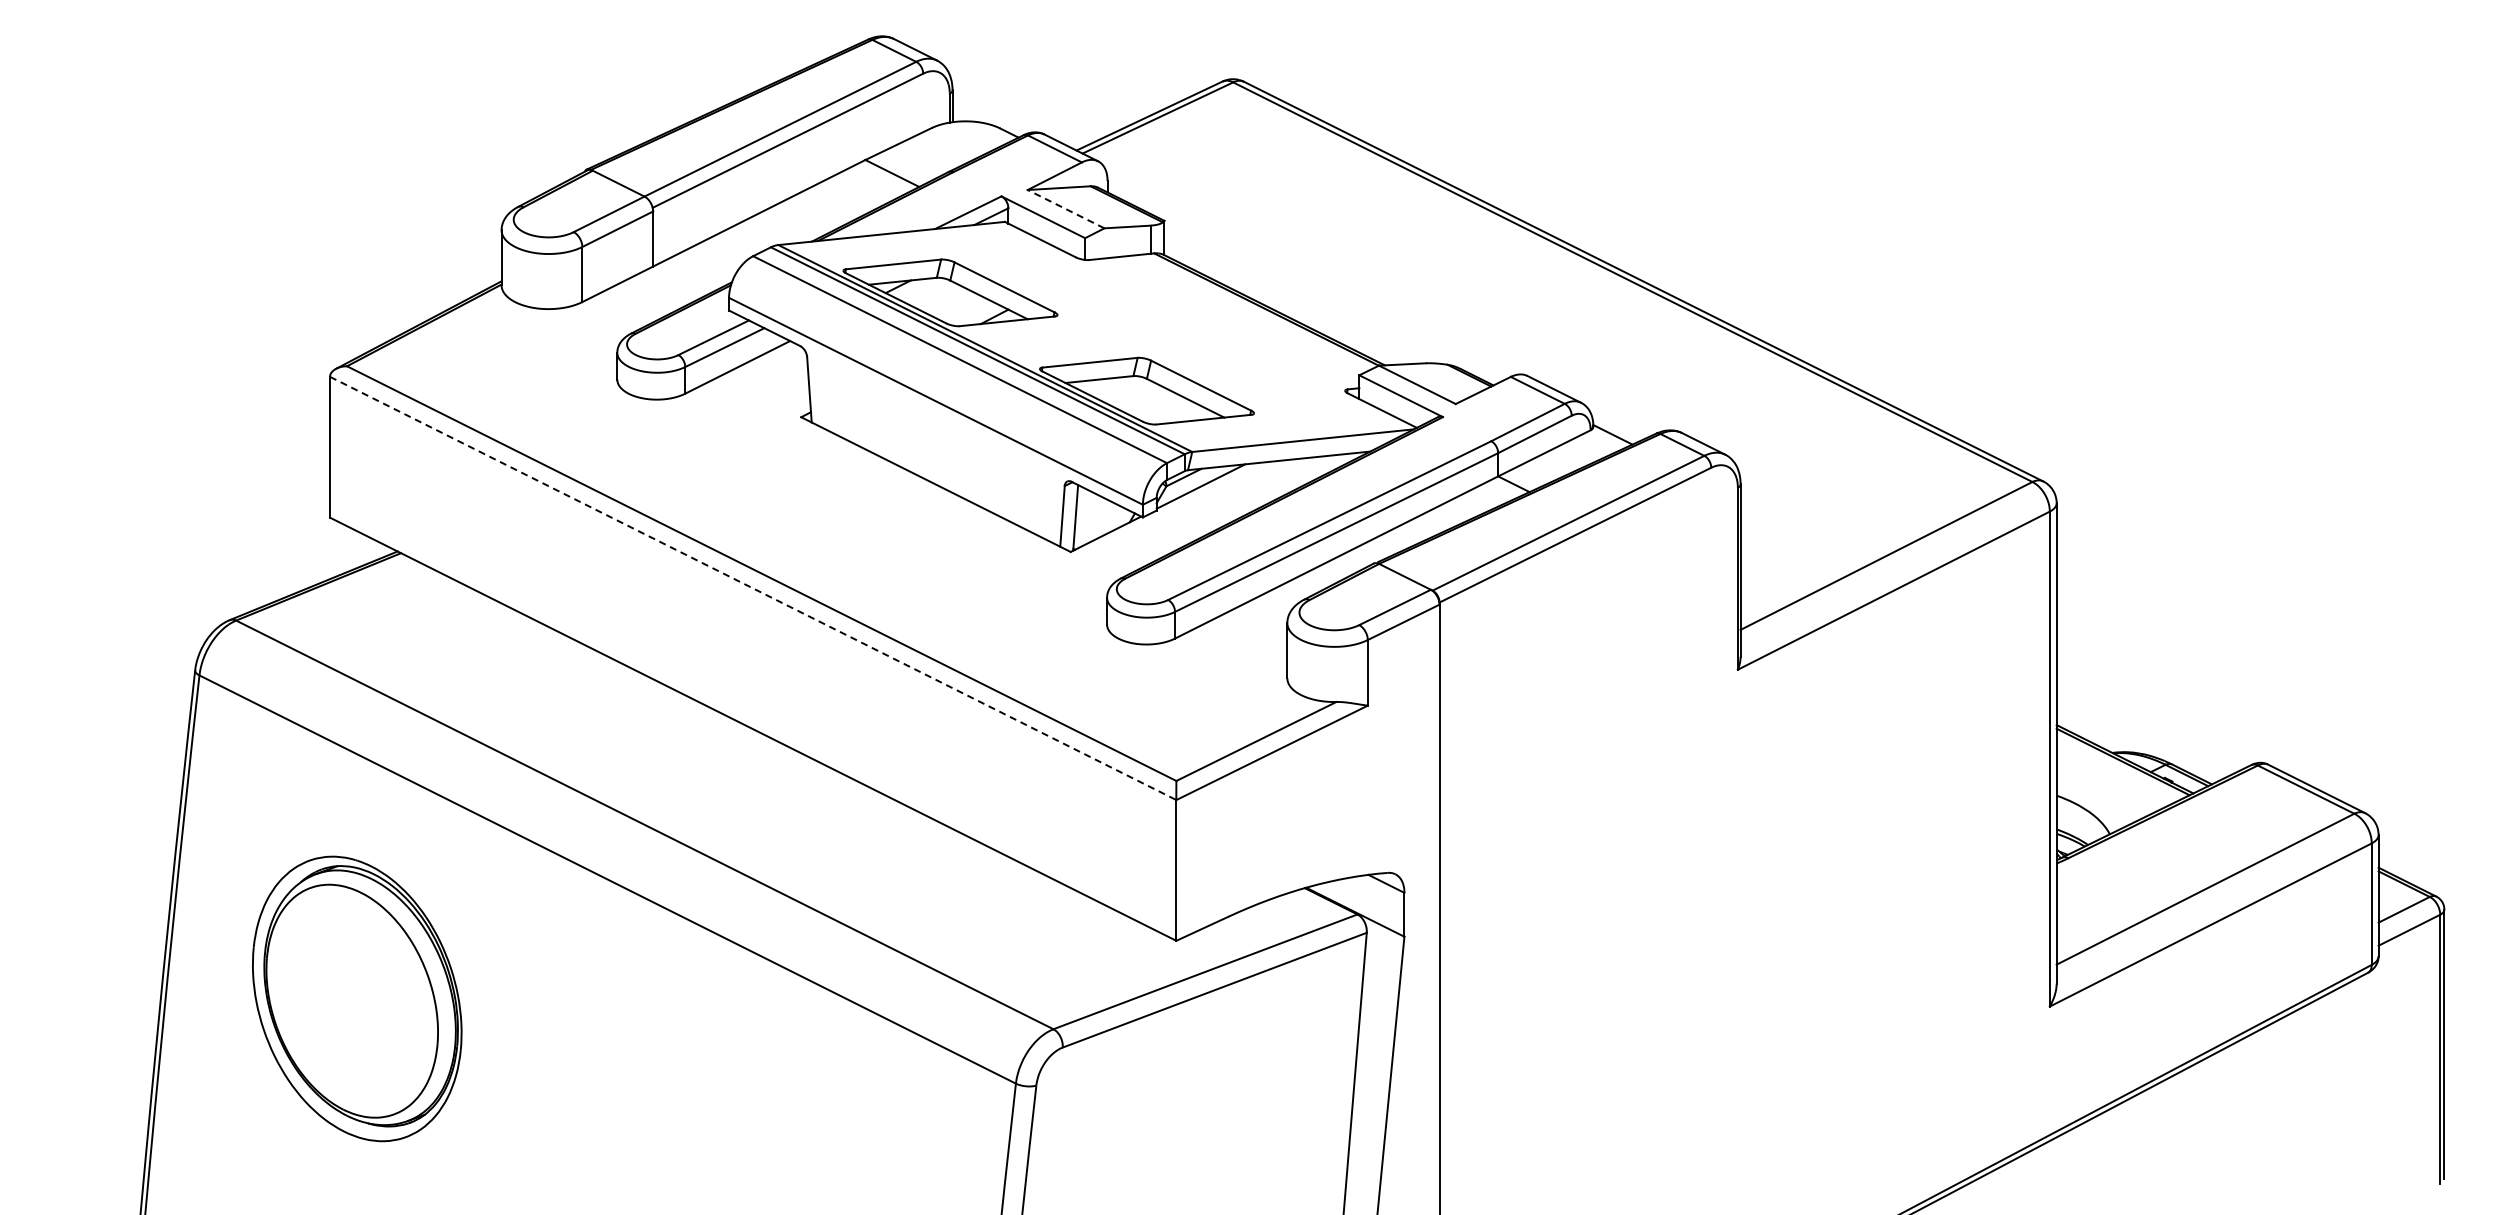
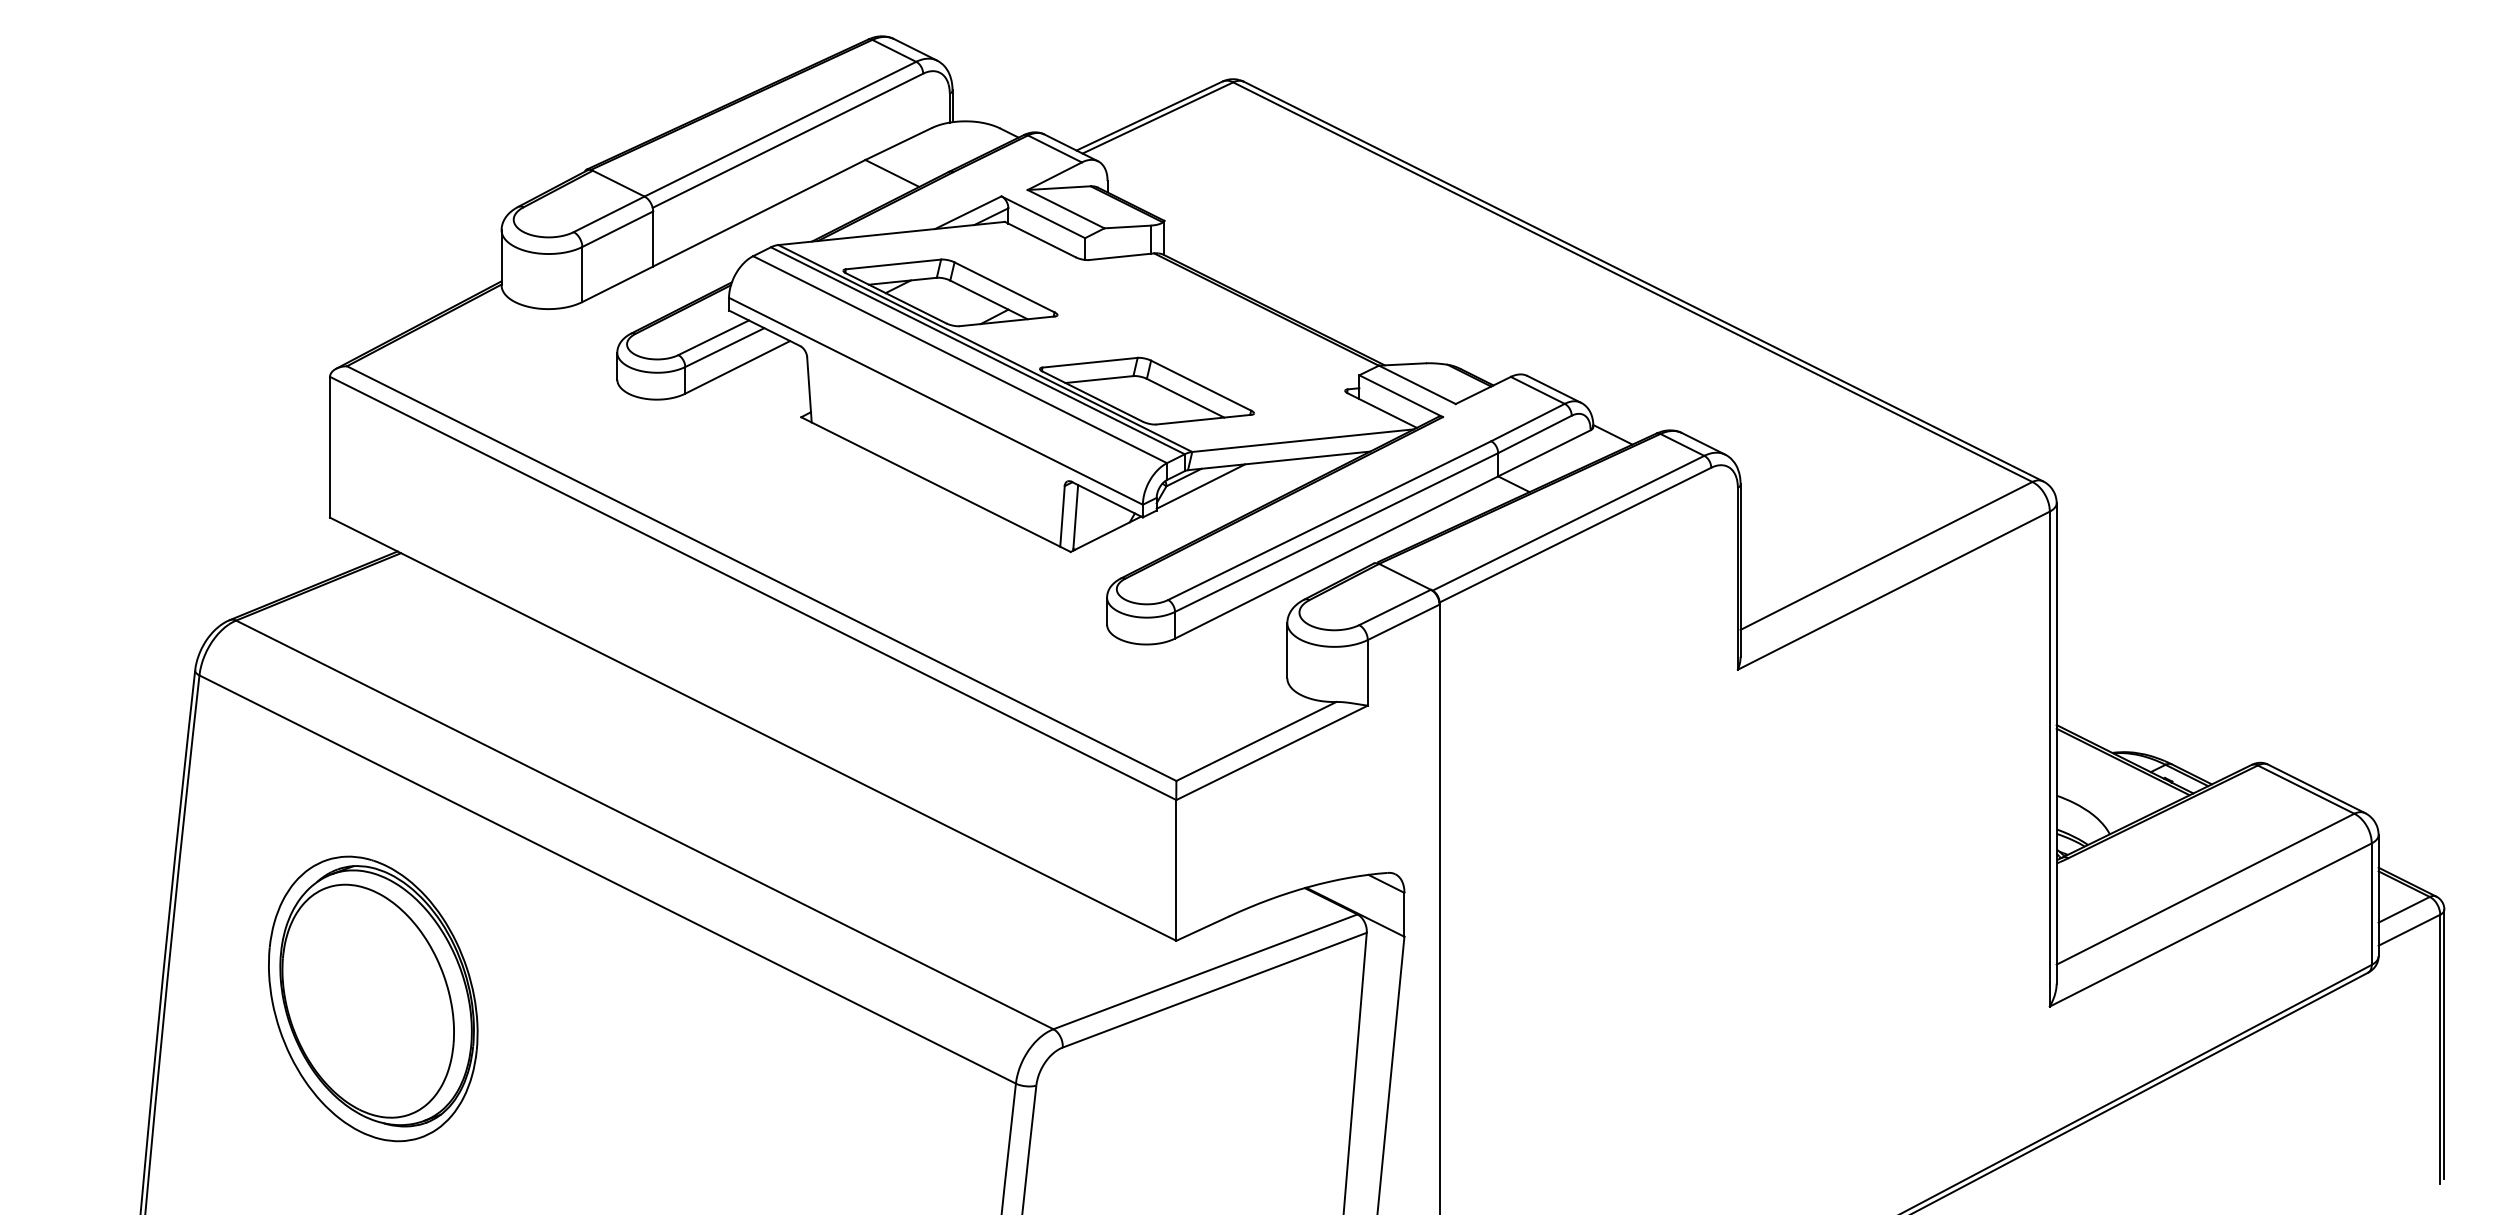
line at (1066, 209): dashed -> solid
line at (753, 588): dashed -> solid
part at (357, 998) position: (357, 998) -> (373, 998)
